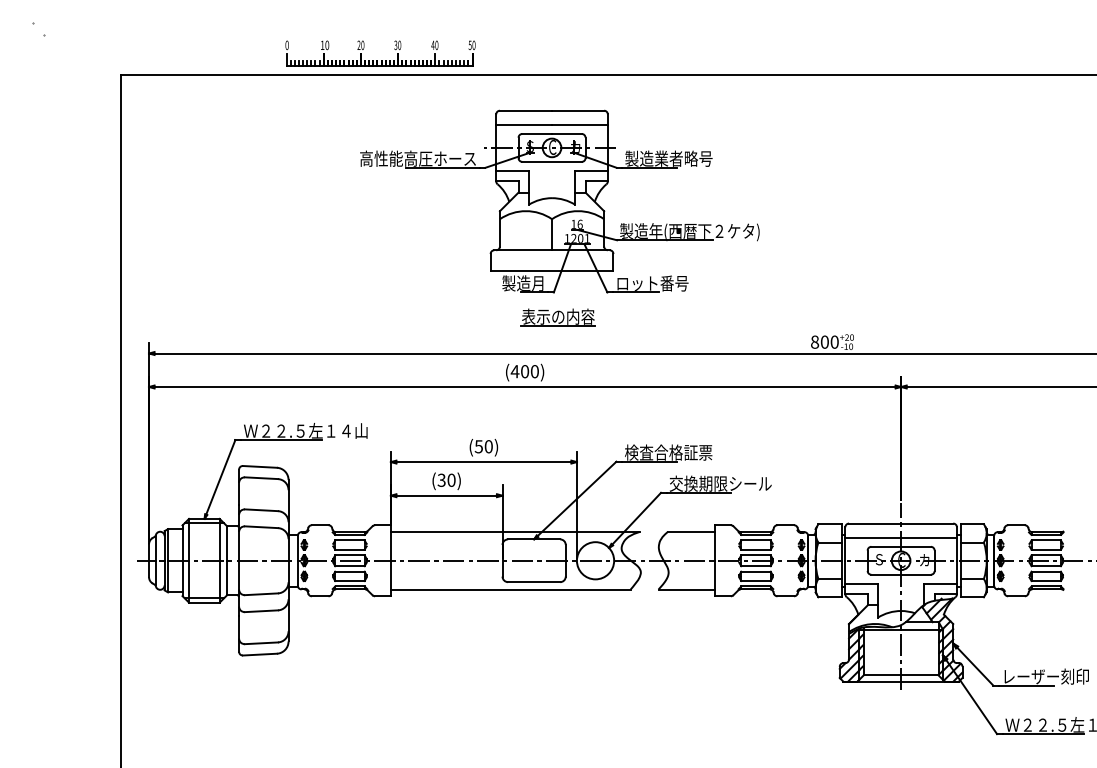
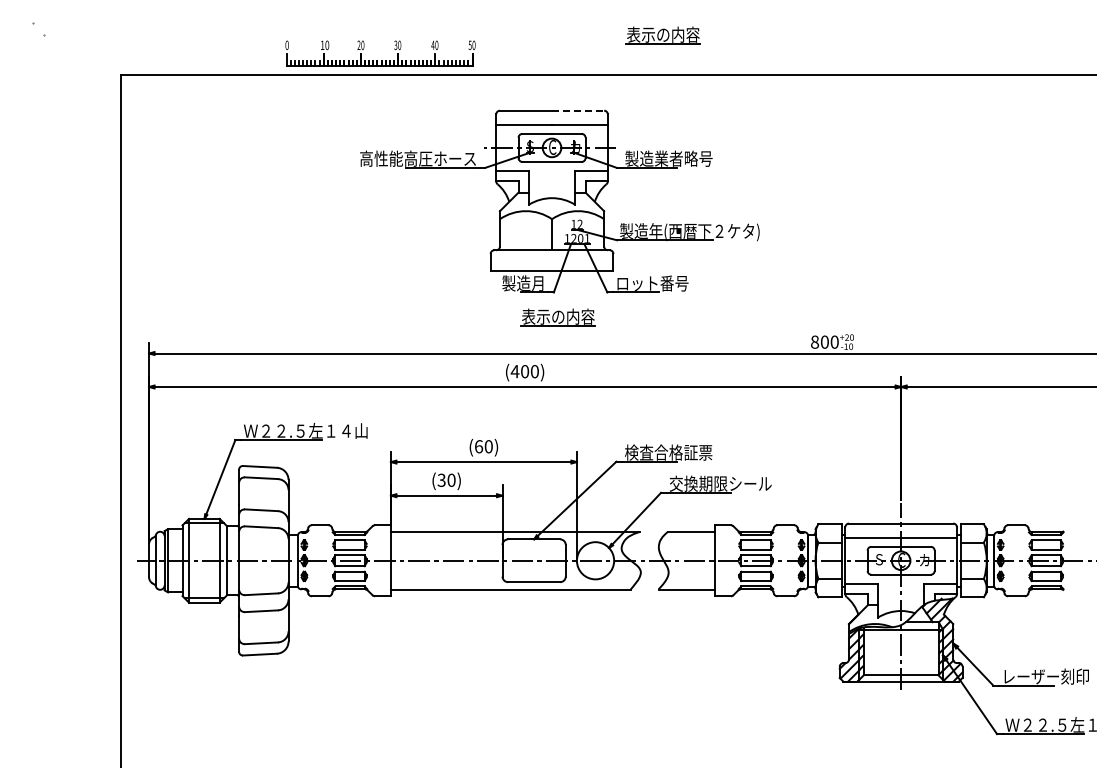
part at (662, 35): none -> present
line at (578, 110): solid -> dashed
text at (579, 223): 16 -> 12
text at (478, 446): (50) -> (60)
